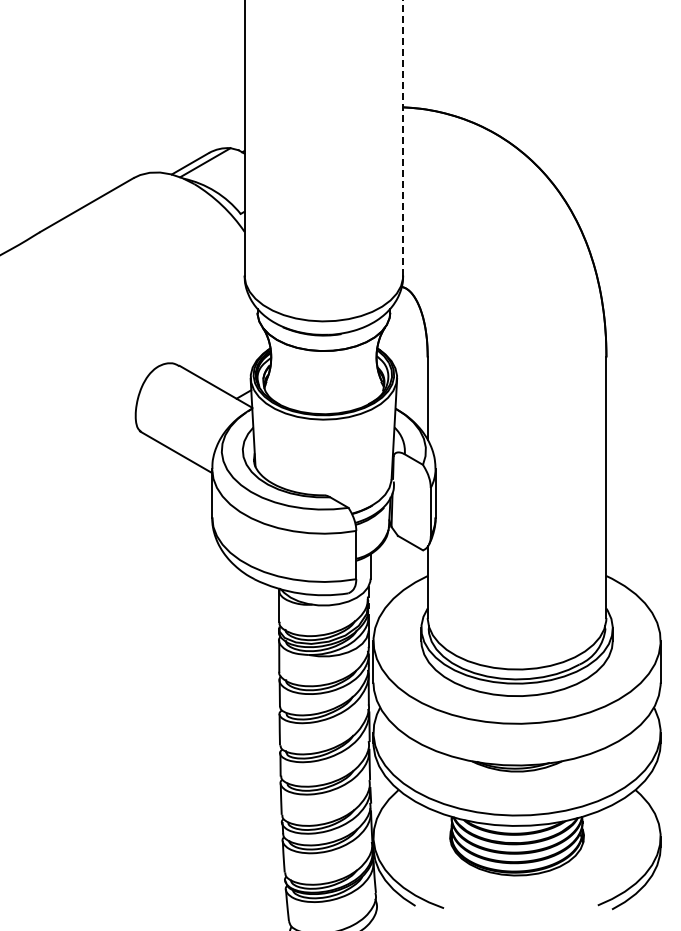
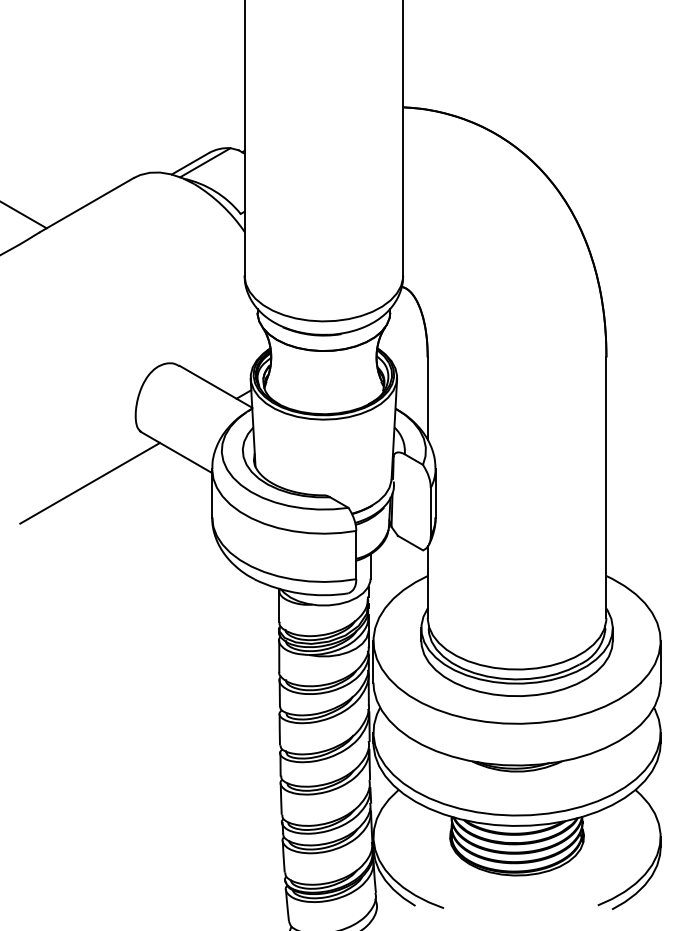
line at (403, 137): dashed -> solid
line at (24, 215): none -> present
line at (90, 482): none -> present
